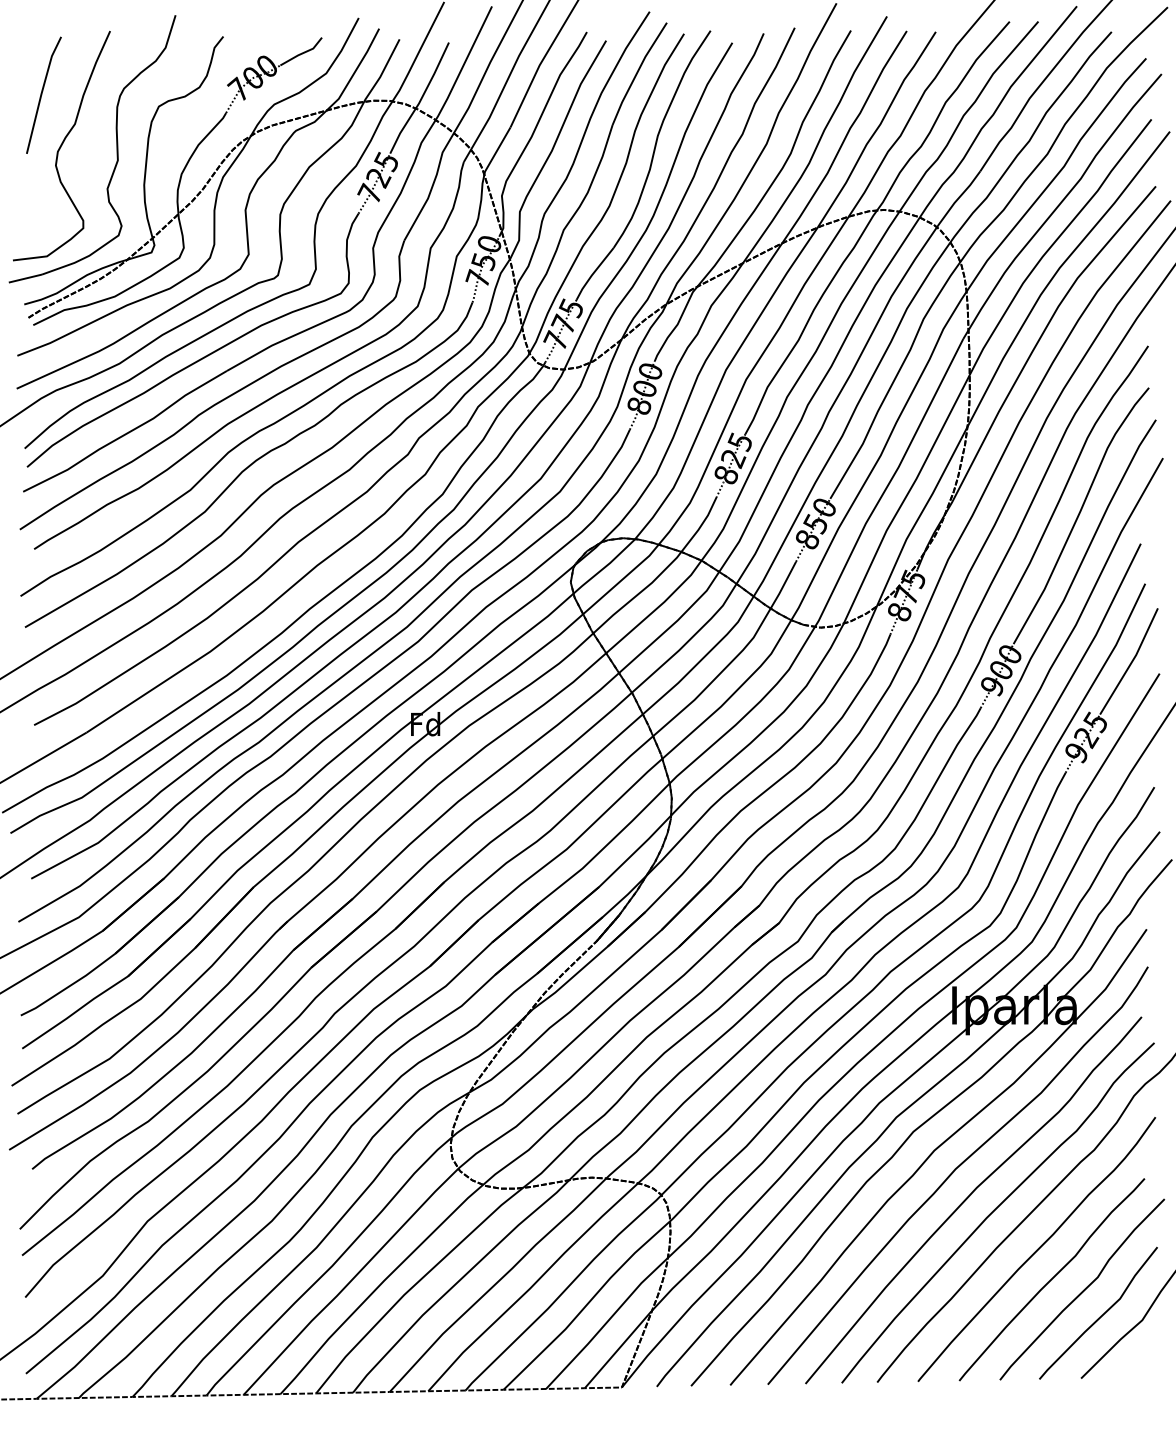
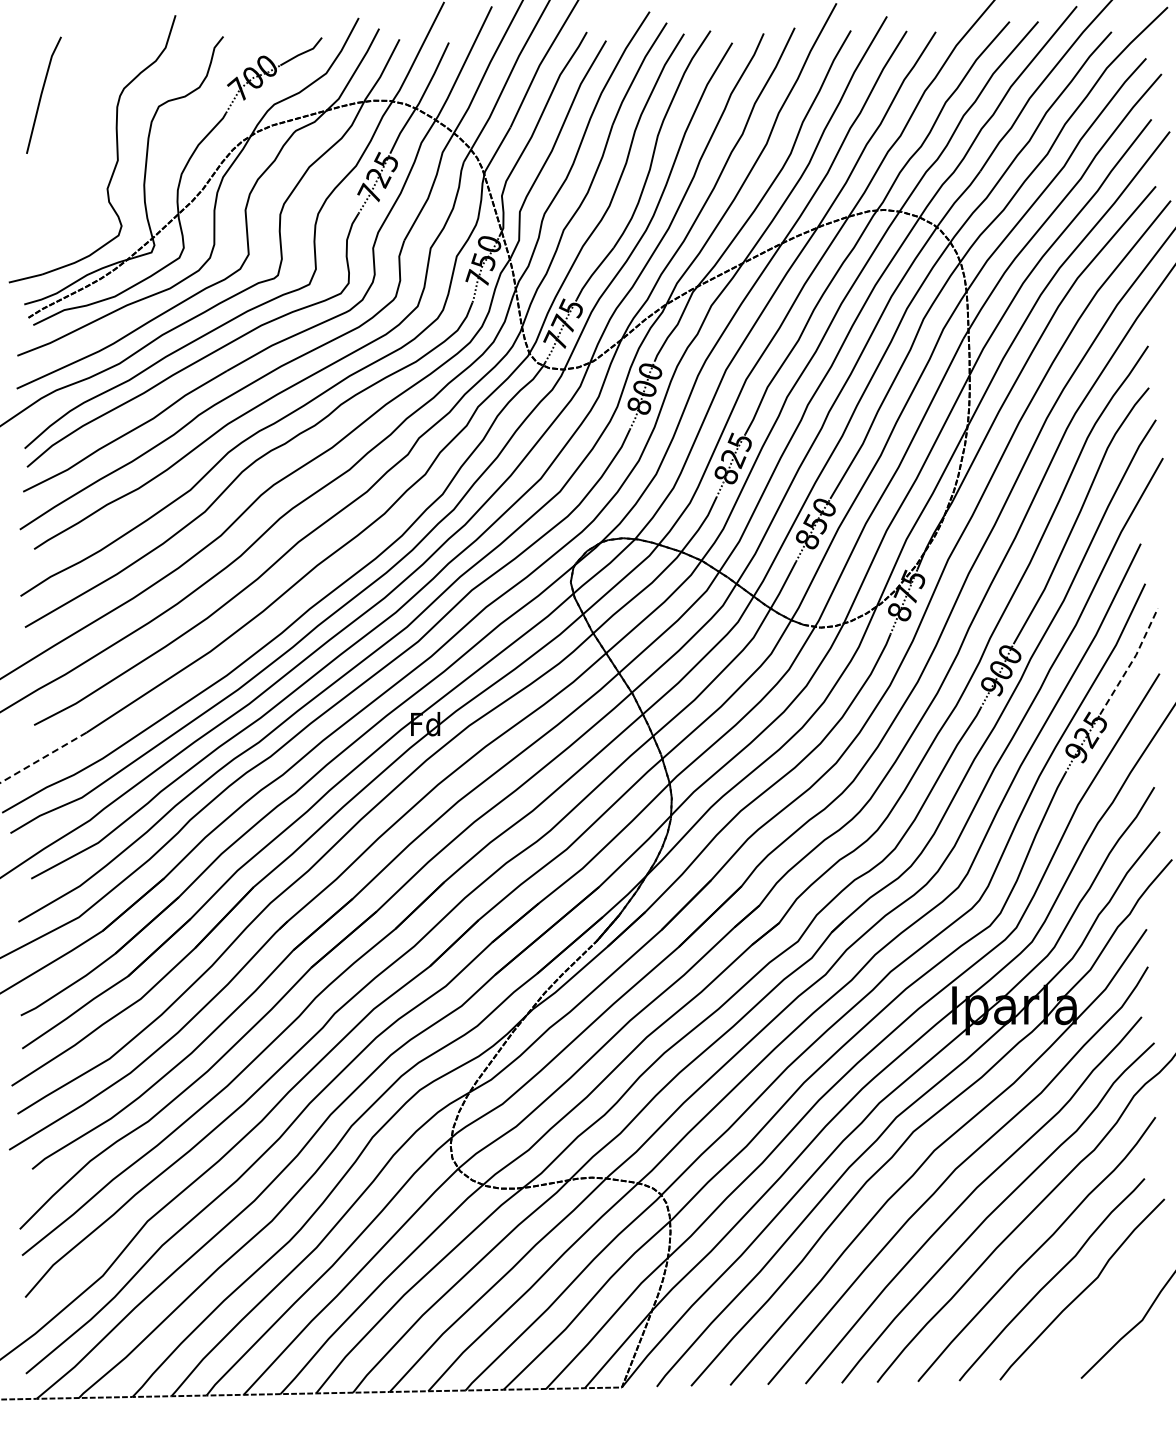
curve at (61, 145): present -> none
line at (1131, 662): solid -> dashed
line at (43, 757): solid -> dashed
curve at (1100, 1315): present -> none
